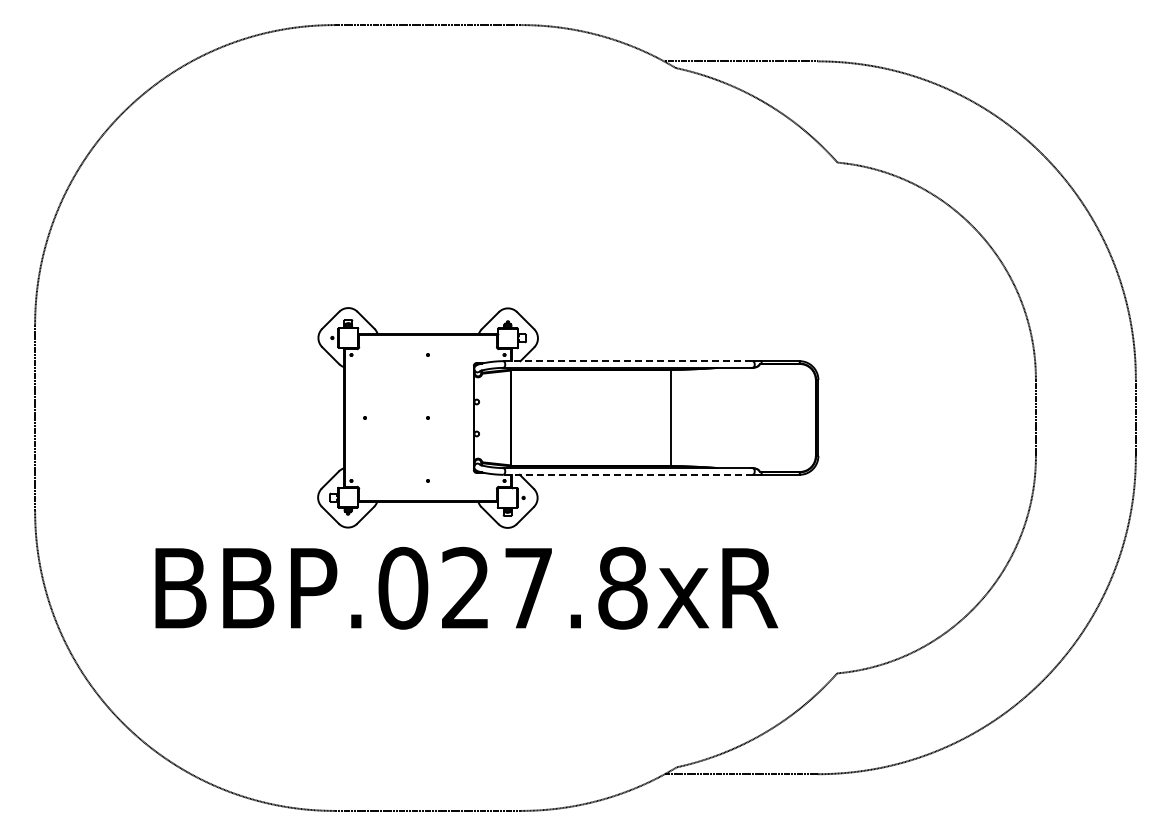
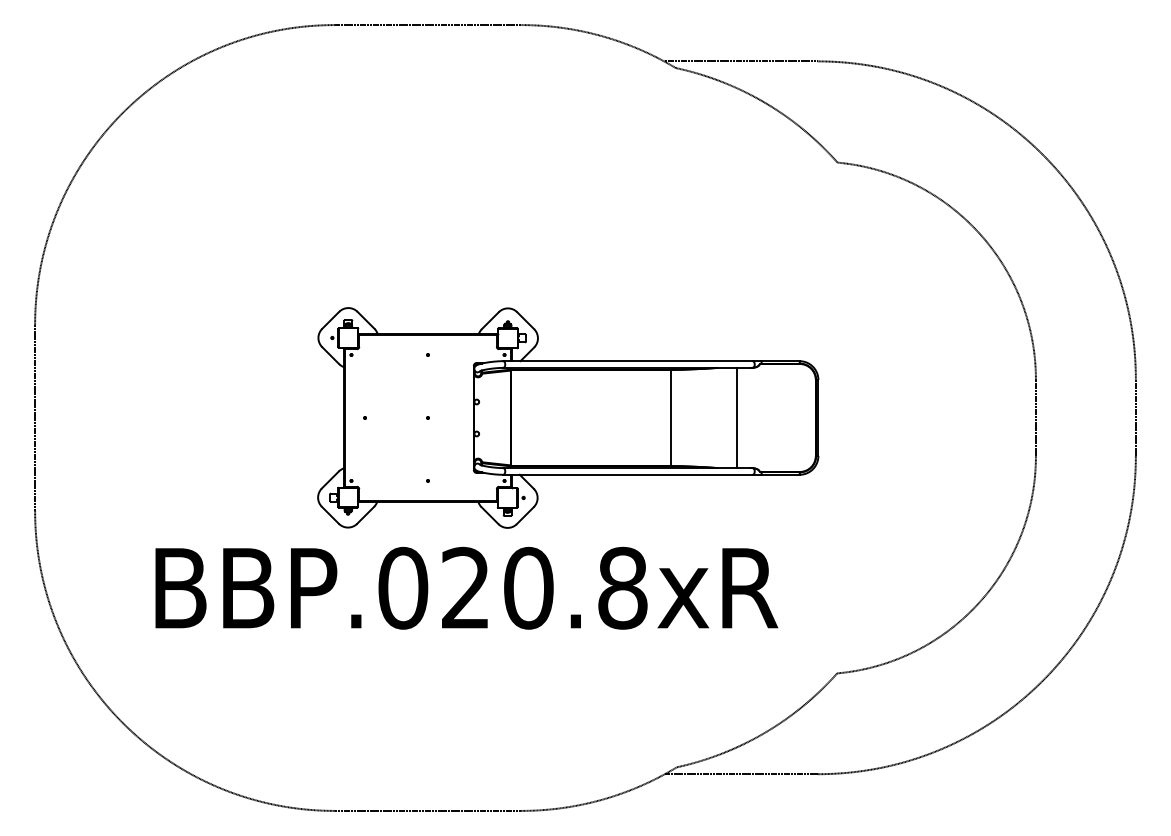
line at (627, 361): dashed -> solid
line at (736, 417): none -> present
line at (627, 474): dashed -> solid
text at (528, 587): BBP.027.8xR -> BBP.020.8xR
